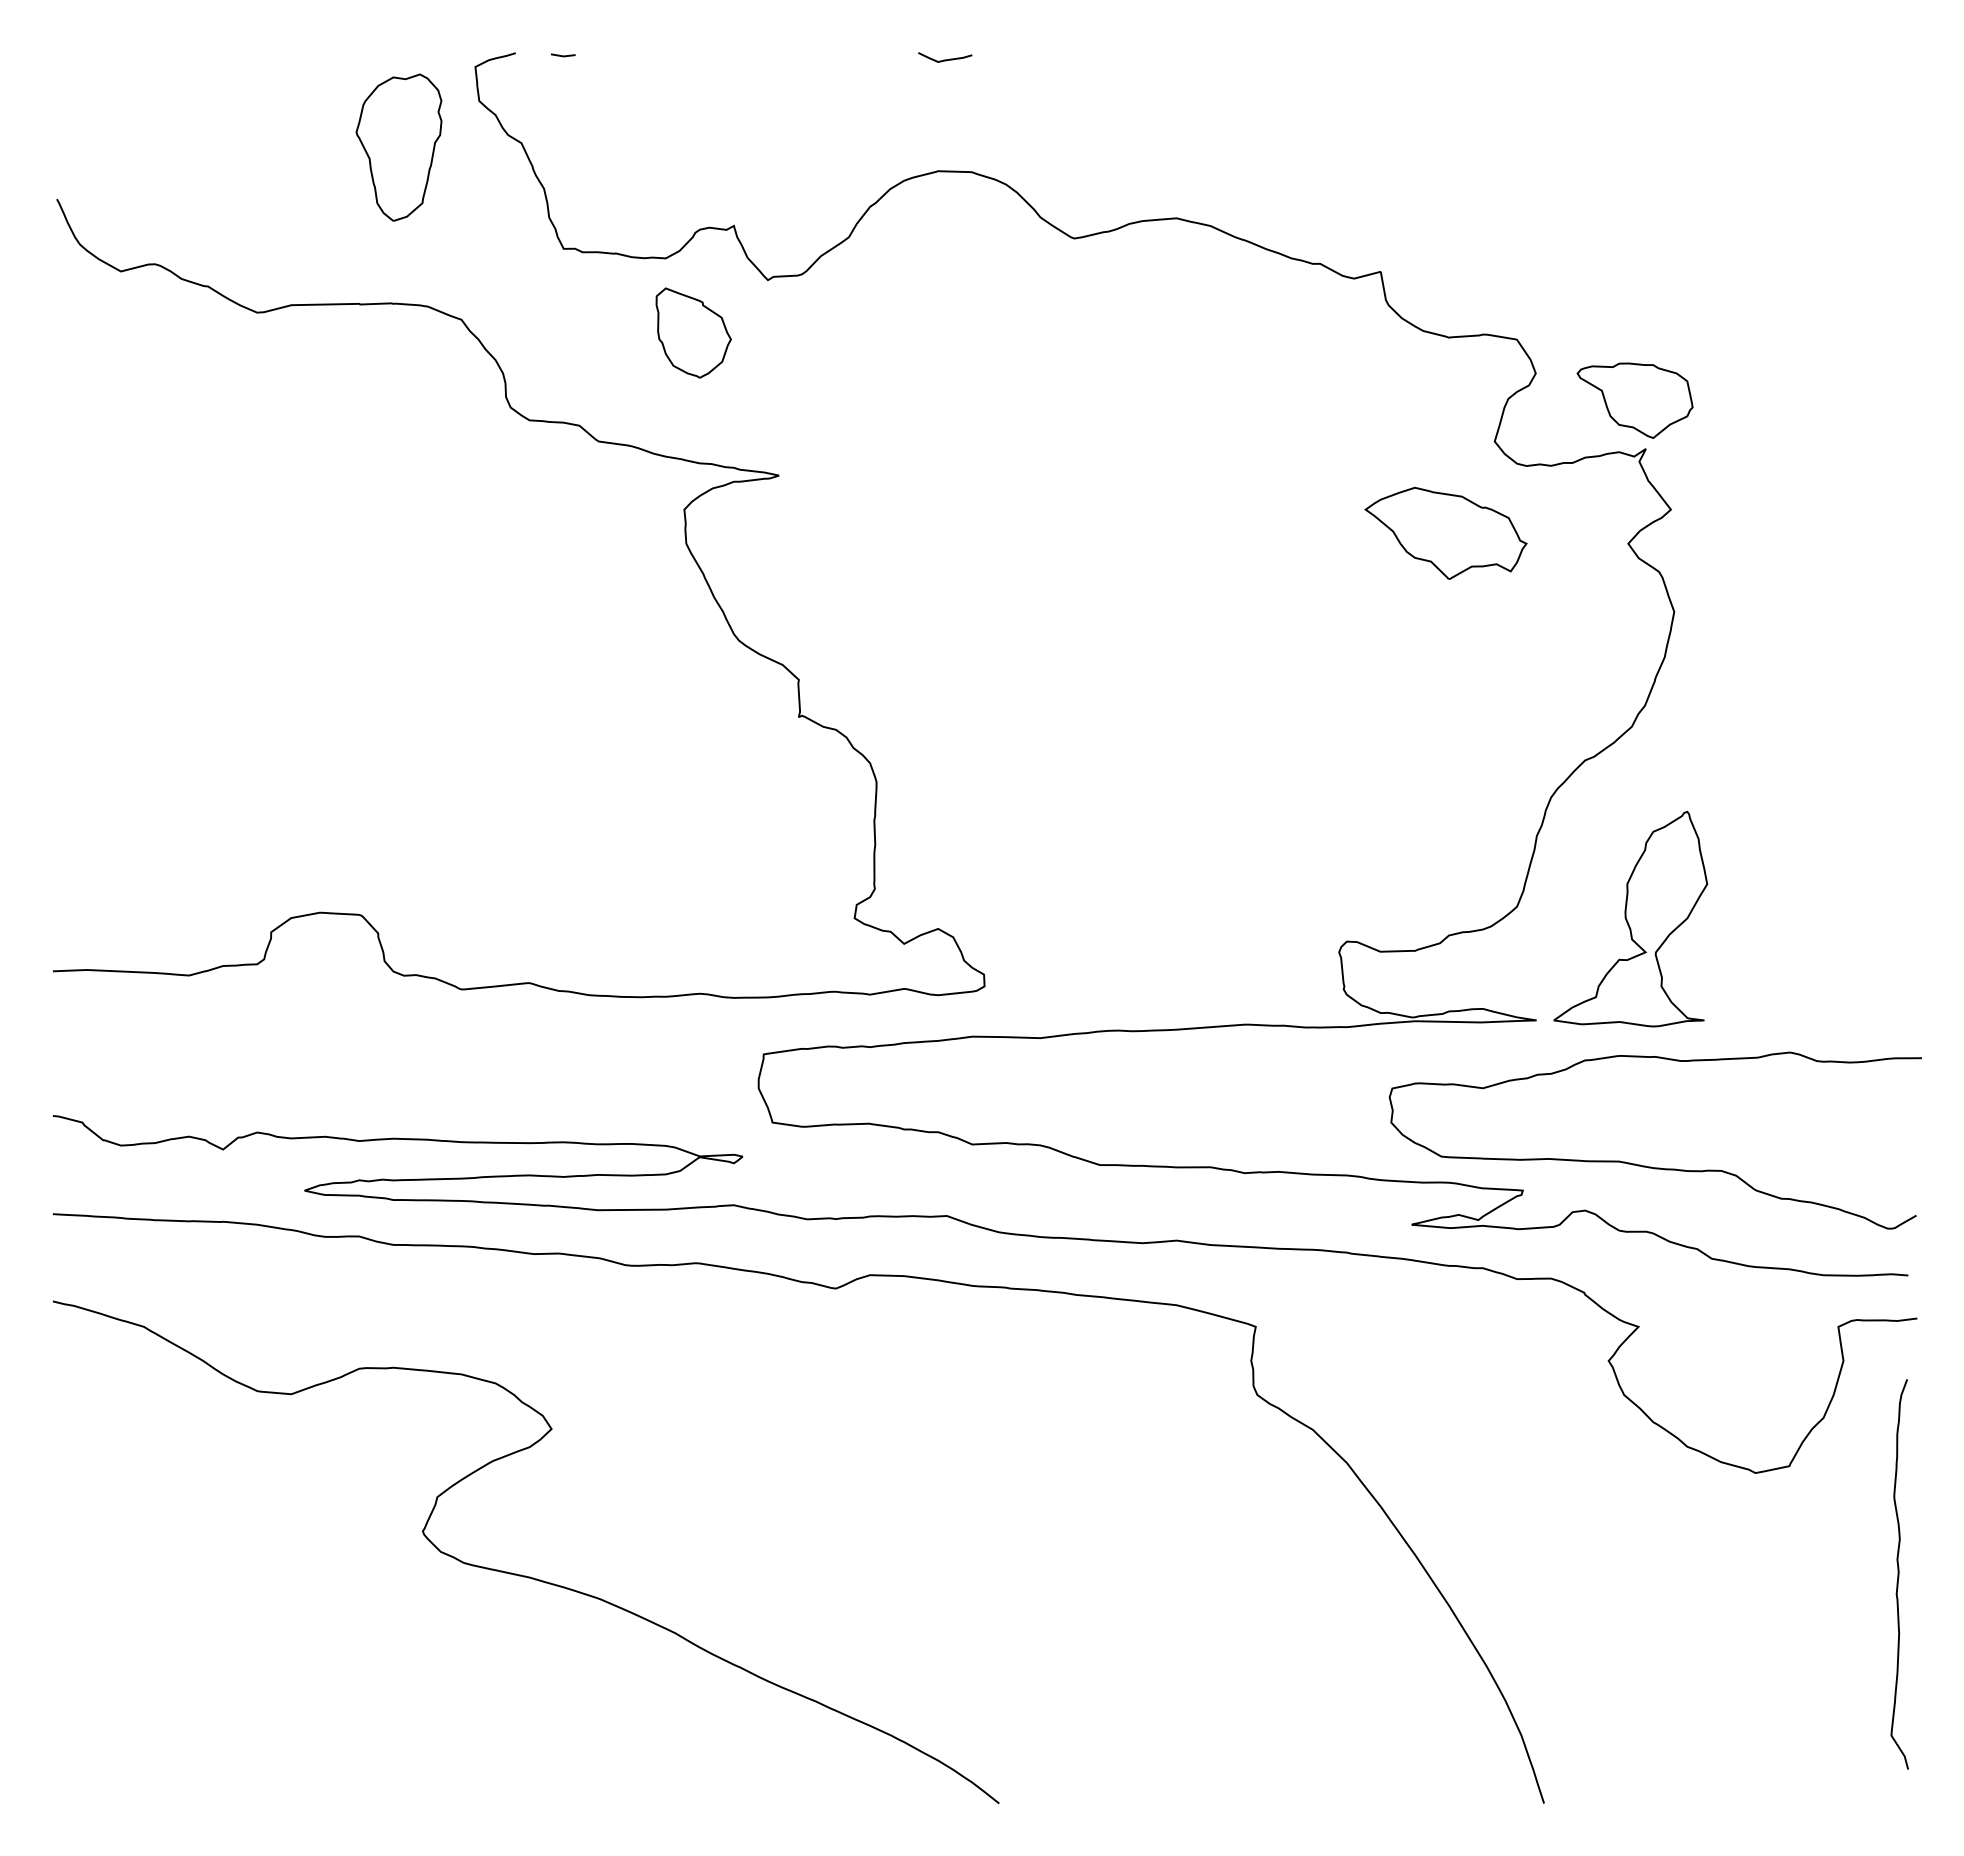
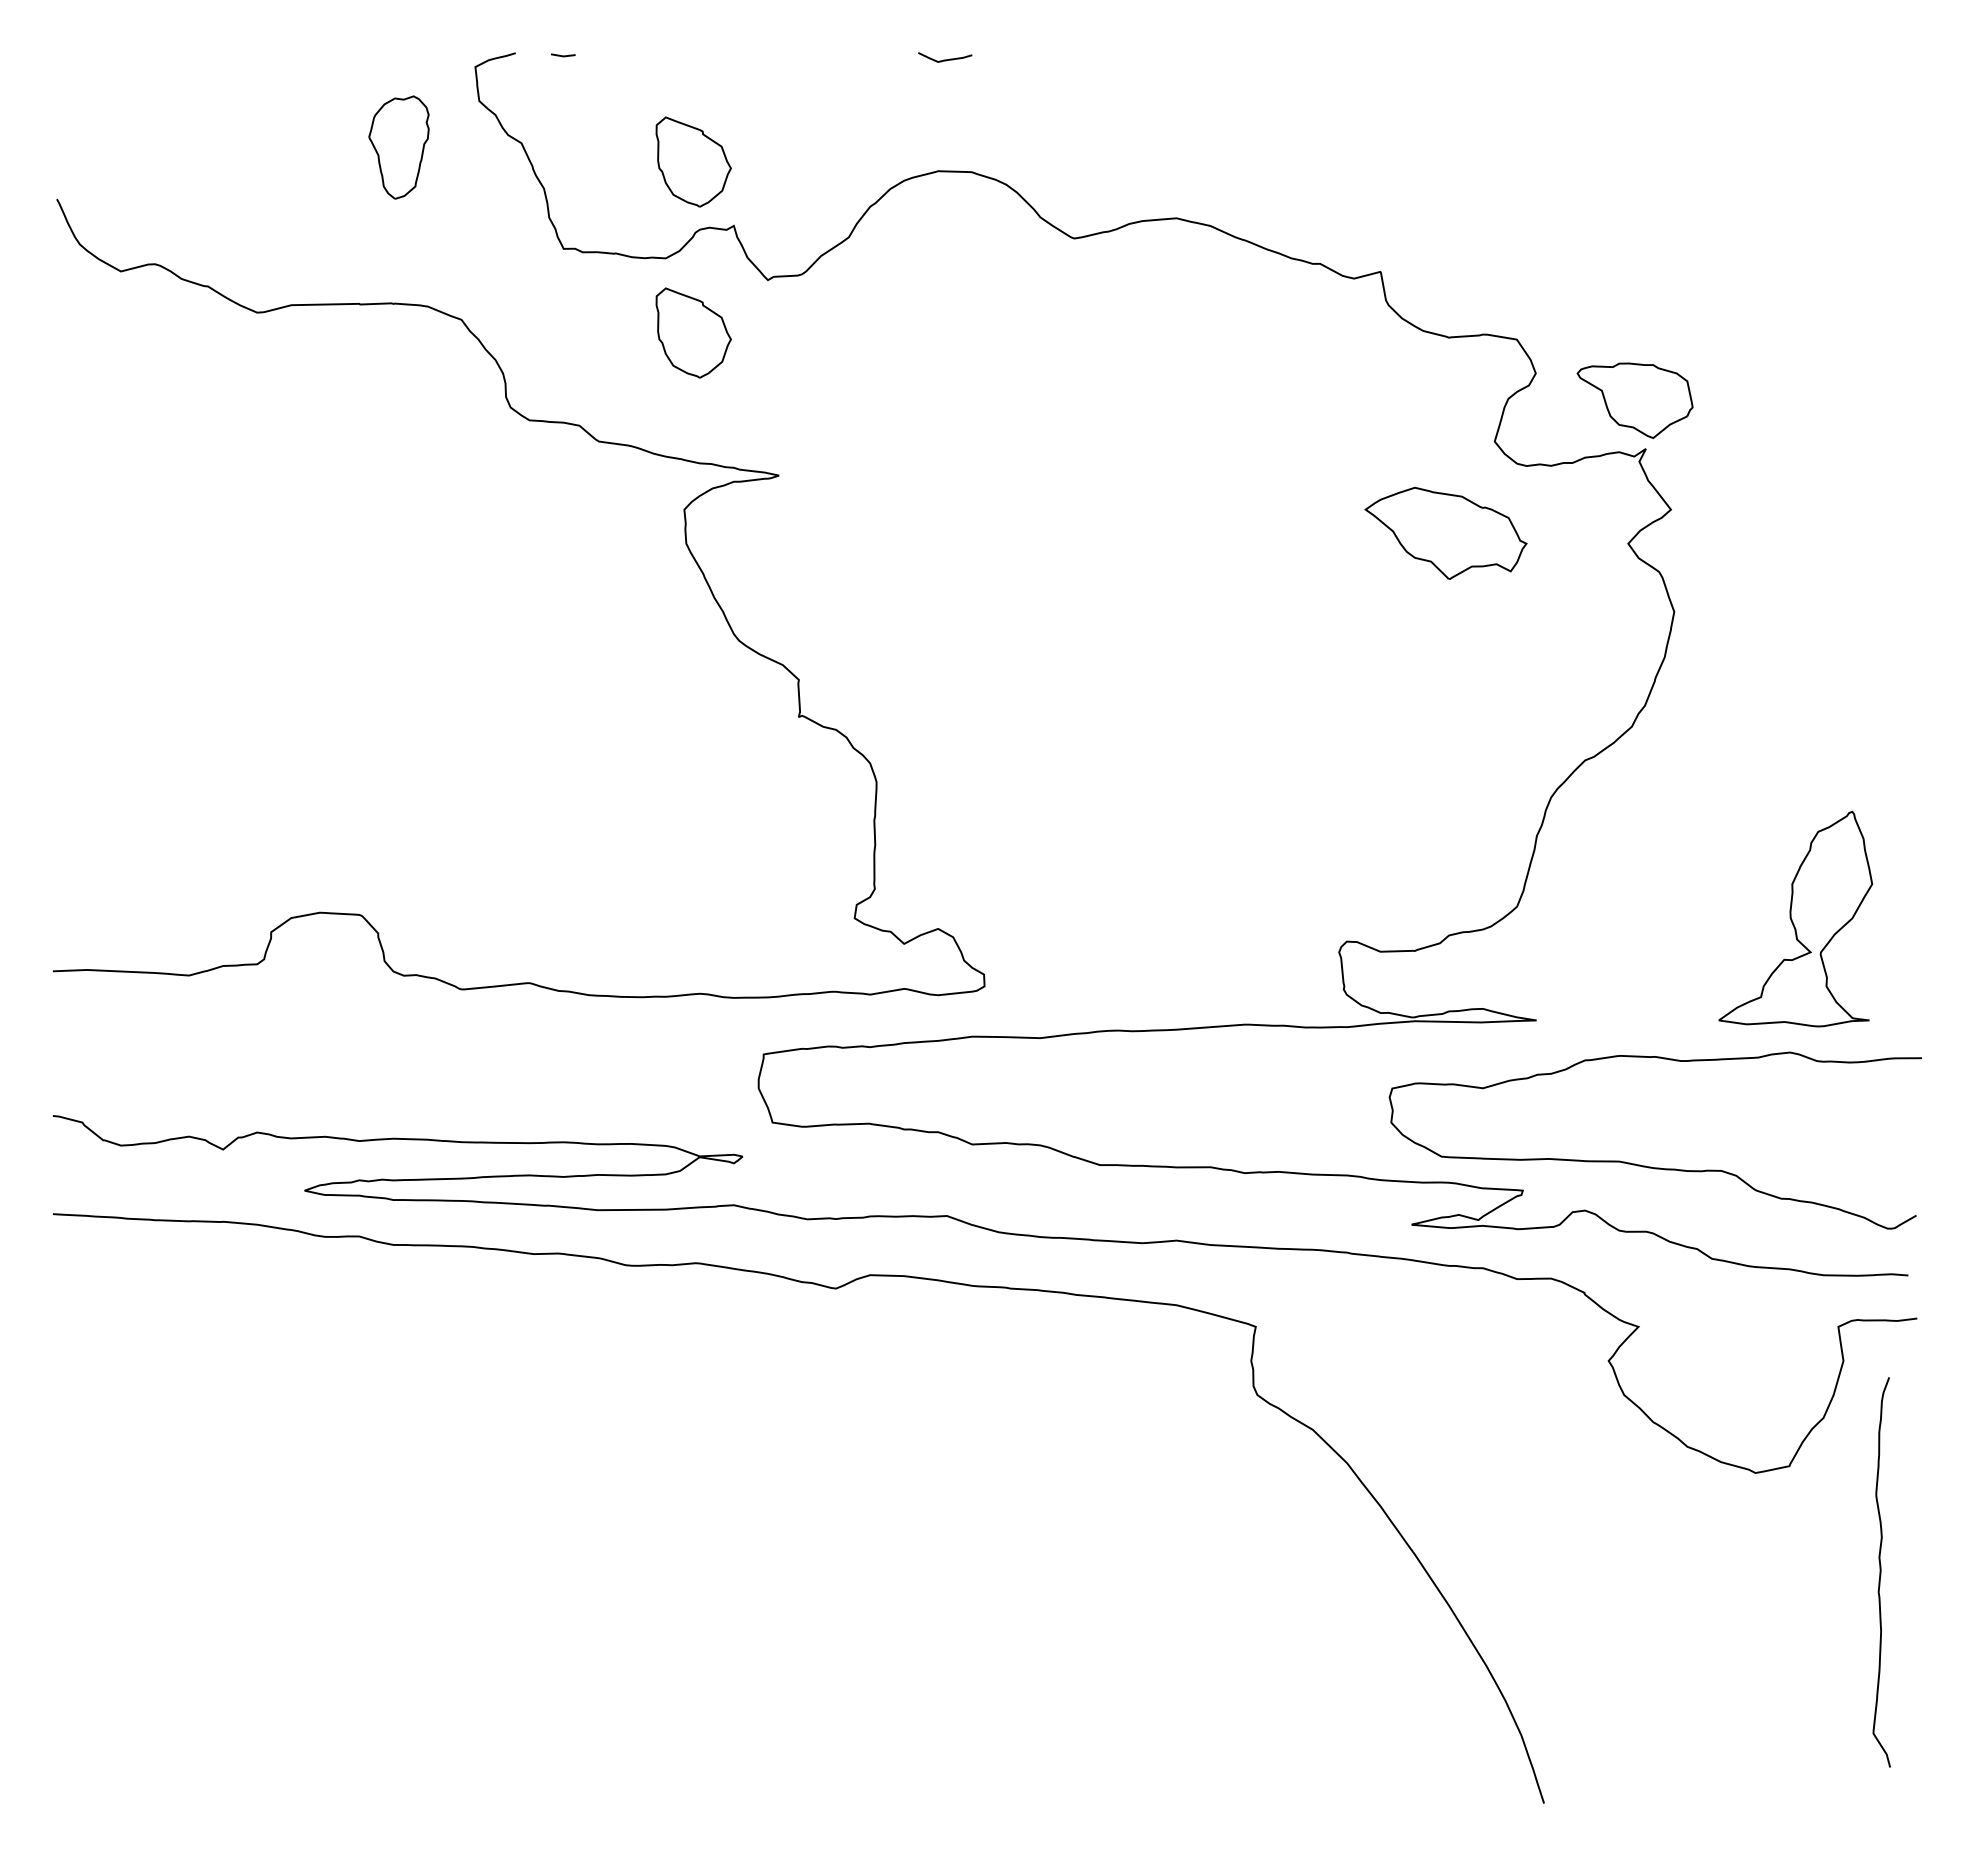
part at (398, 147) size: 88x149 px -> 62x105 px
part at (693, 161): none -> present
part at (1630, 918) position: (1630, 918) -> (1795, 918)
curve at (521, 1574): present -> none
curve at (1899, 1574) position: (1899, 1574) -> (1881, 1572)
